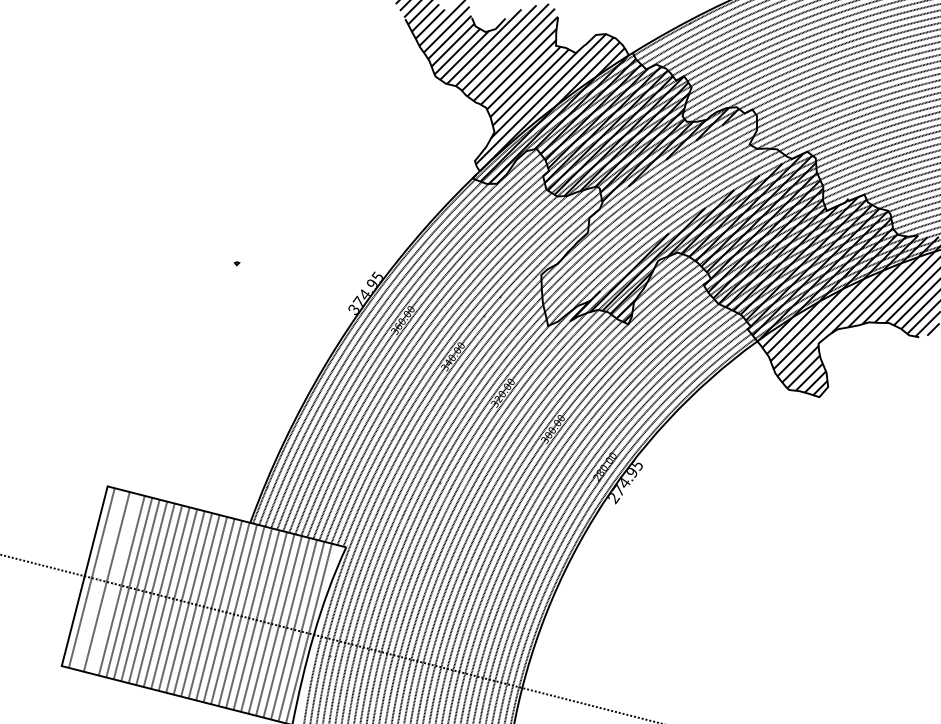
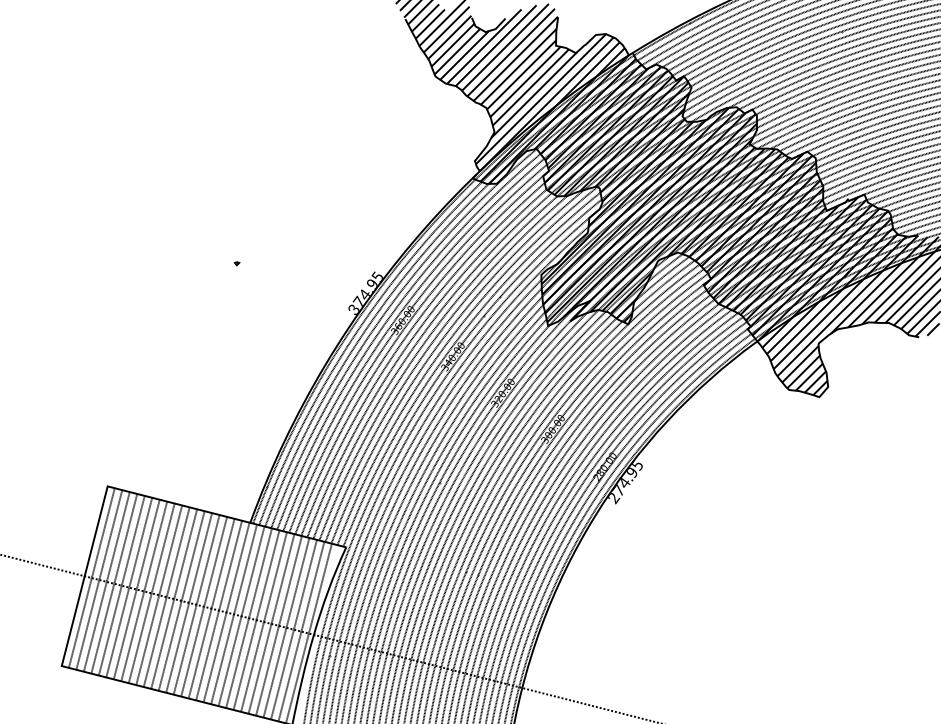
hatch at (664, 217): none -> present
line at (99, 579): none -> present
line at (114, 583): none -> present
